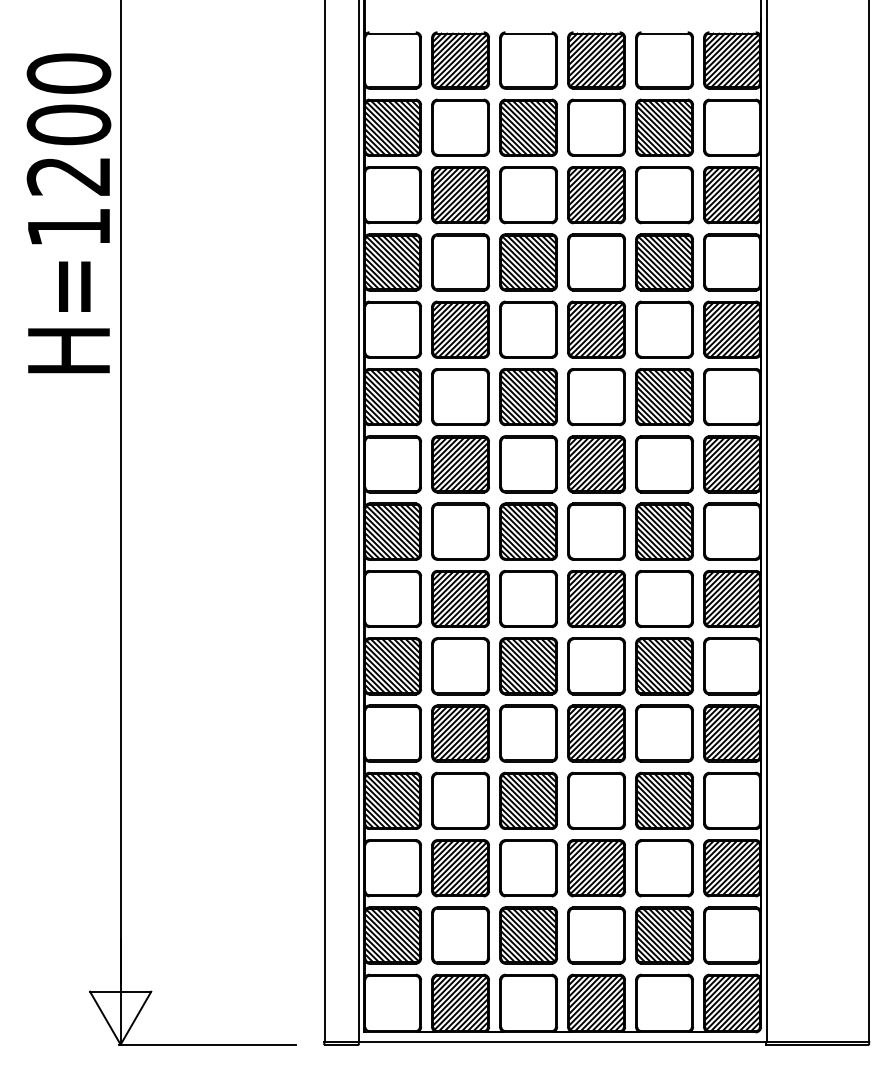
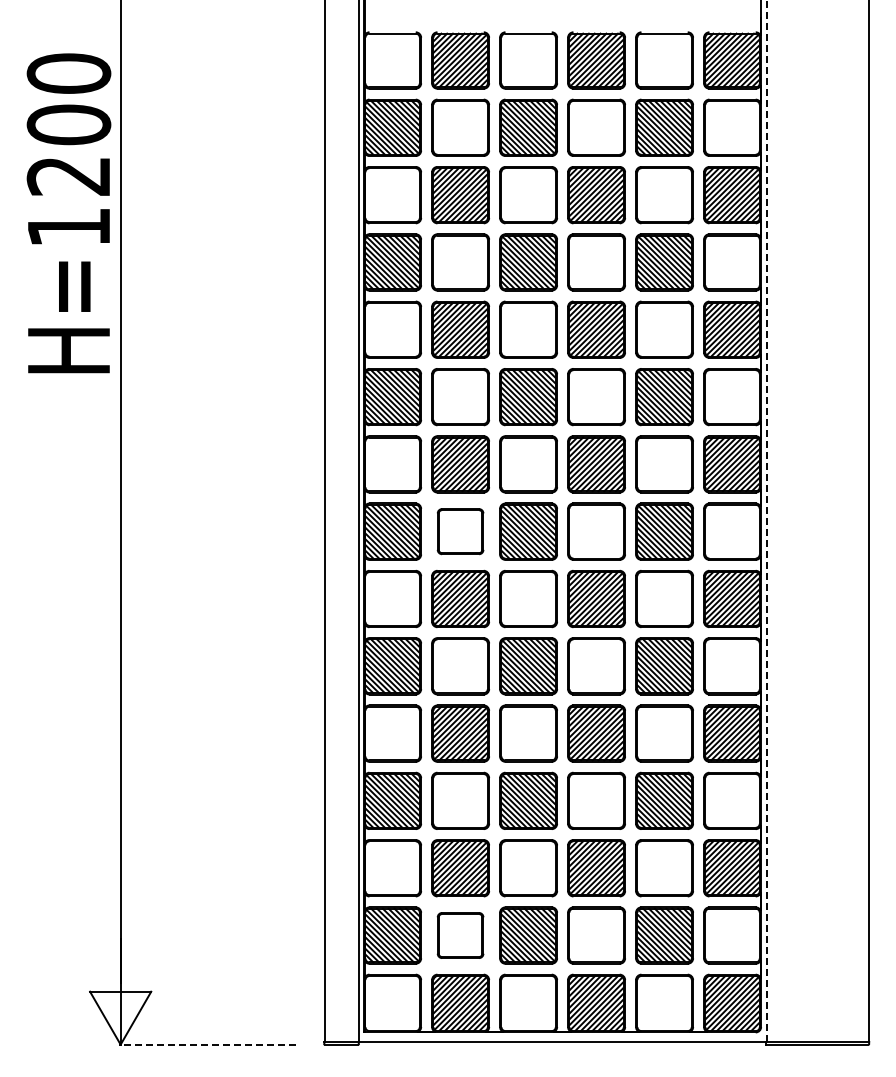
line at (766, 521): solid -> dashed
part at (460, 531) size: 59x59 px -> 49x48 px
part at (460, 935) size: 59x59 px -> 49x47 px
line at (207, 1044): solid -> dashed
